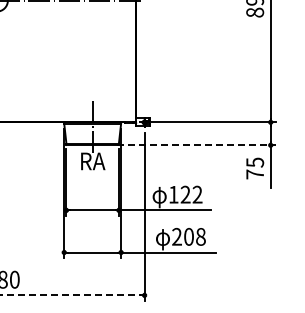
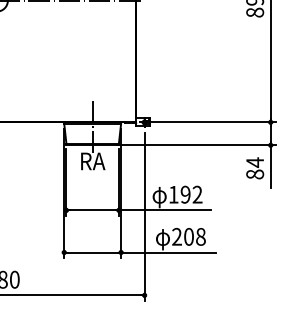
line at (197, 145): dashed -> solid
text at (255, 168): 75 -> 84
text at (185, 194): 122 -> 192
line at (71, 295): dashed -> solid
